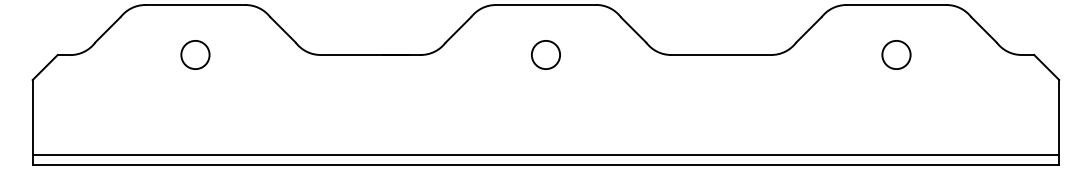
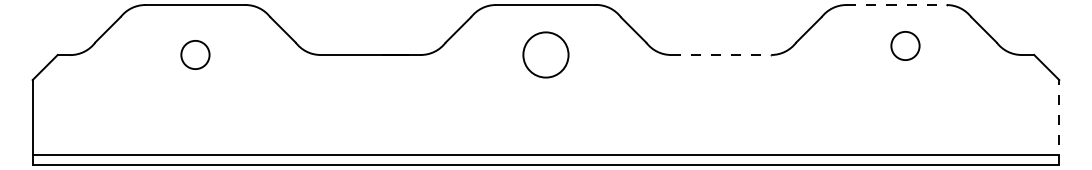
line at (896, 4): solid -> dashed
circle at (545, 54) size: 30x30 px -> 48x48 px
circle at (896, 54) position: (896, 54) -> (905, 45)
line at (721, 55): solid -> dashed
line at (1059, 122): solid -> dashed
